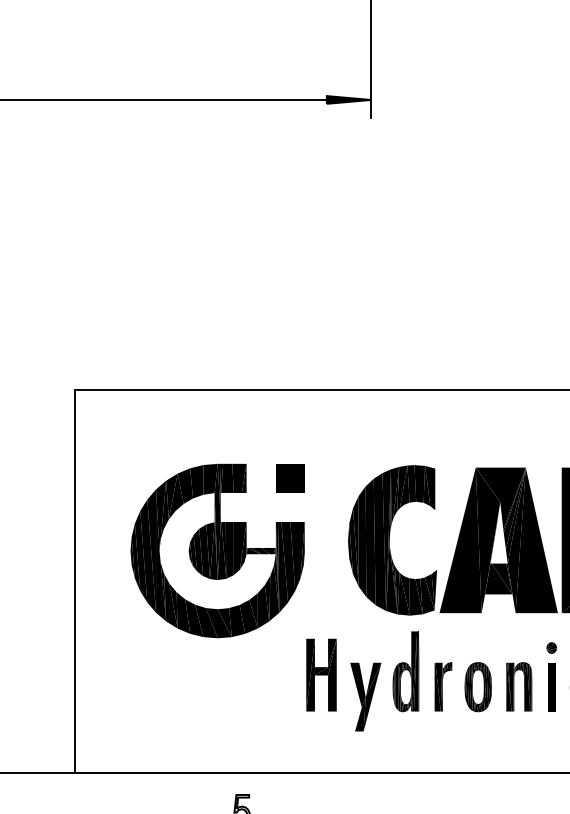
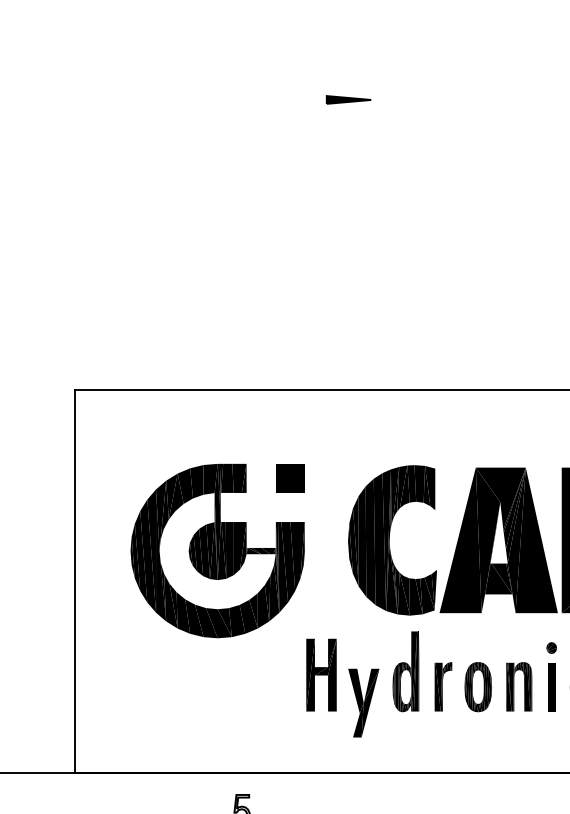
line at (371, 59): present -> none
line at (164, 99): present -> none
part at (365, 696) position: (365, 696) -> (363, 702)
